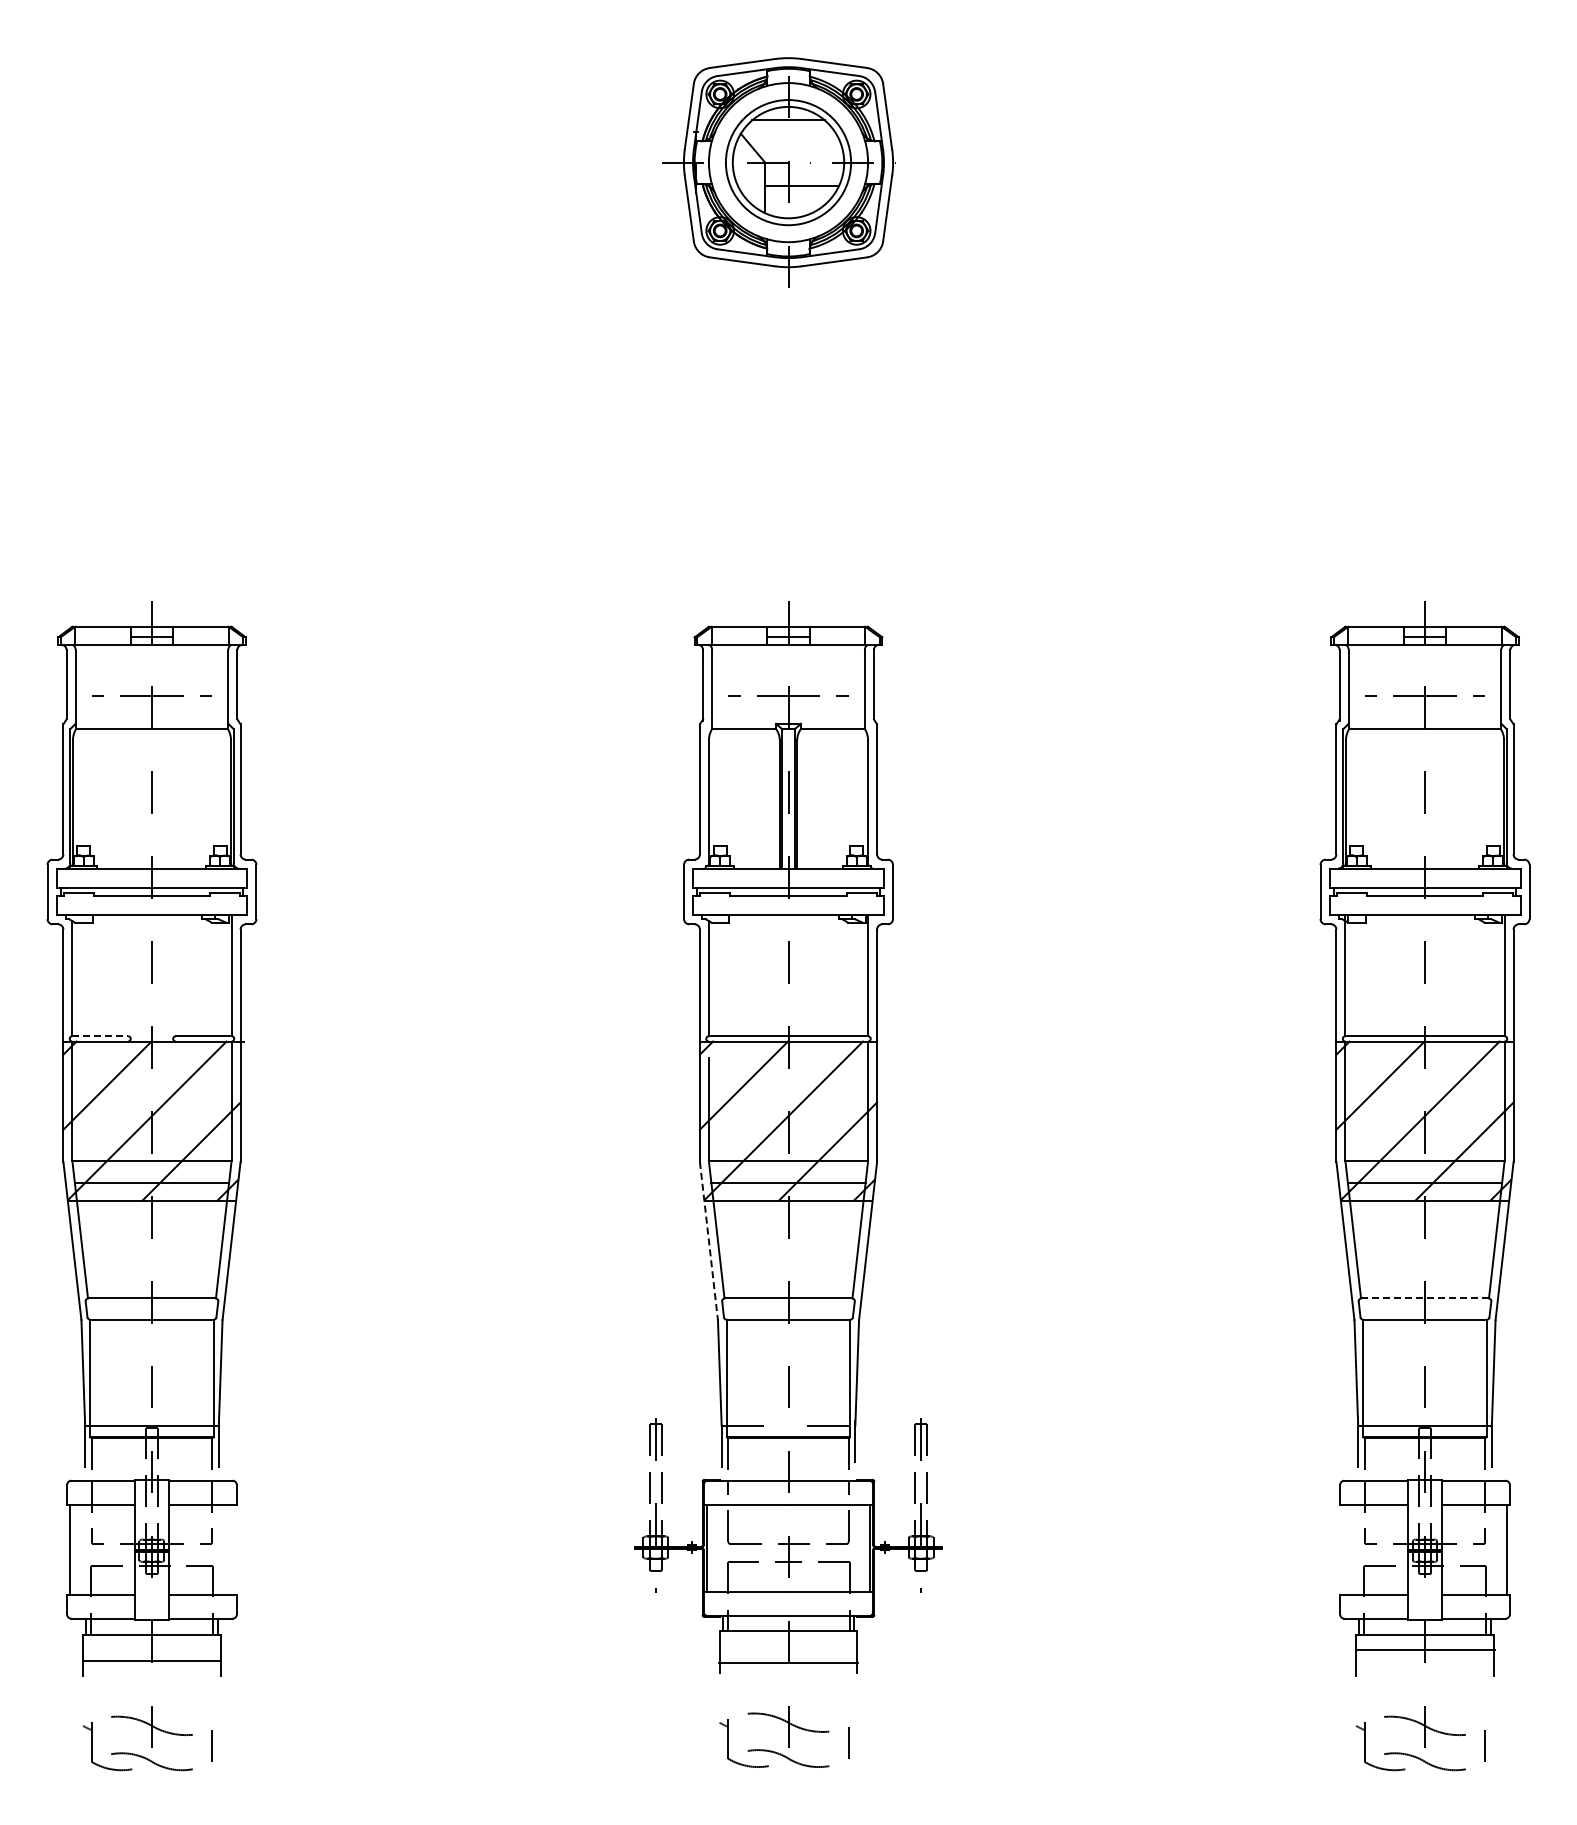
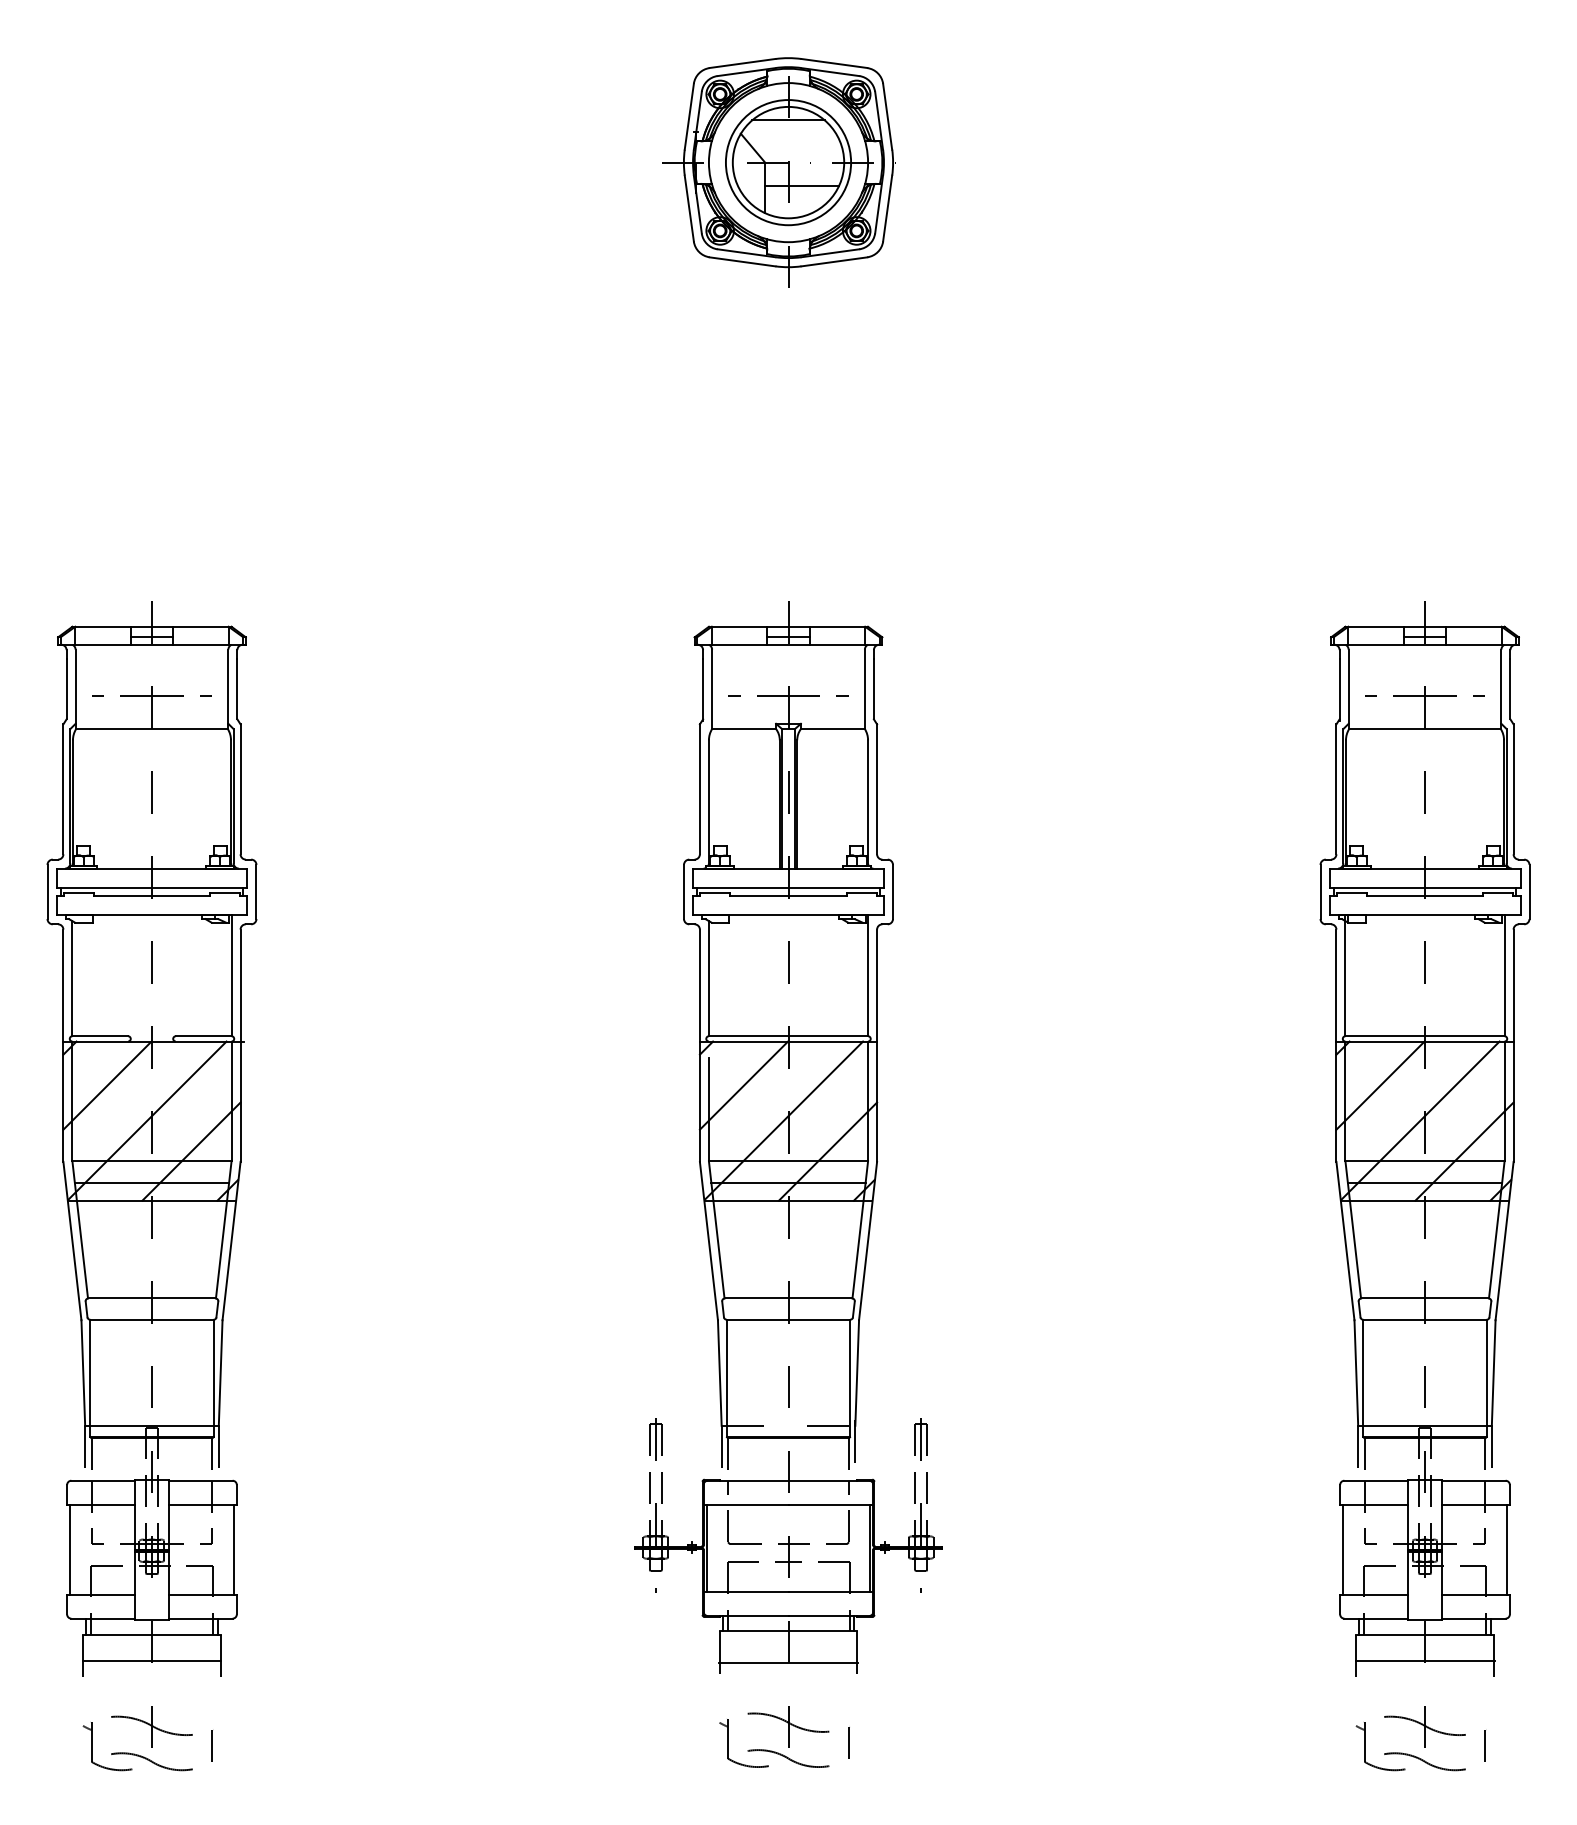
line at (100, 1036): dashed -> solid
line at (708, 1241): dashed -> solid
line at (1425, 1298): dashed -> solid
line at (233, 1549): none -> present
line at (1343, 1549): none -> present
line at (1424, 1650) position: (1424, 1650) -> (1424, 1661)
